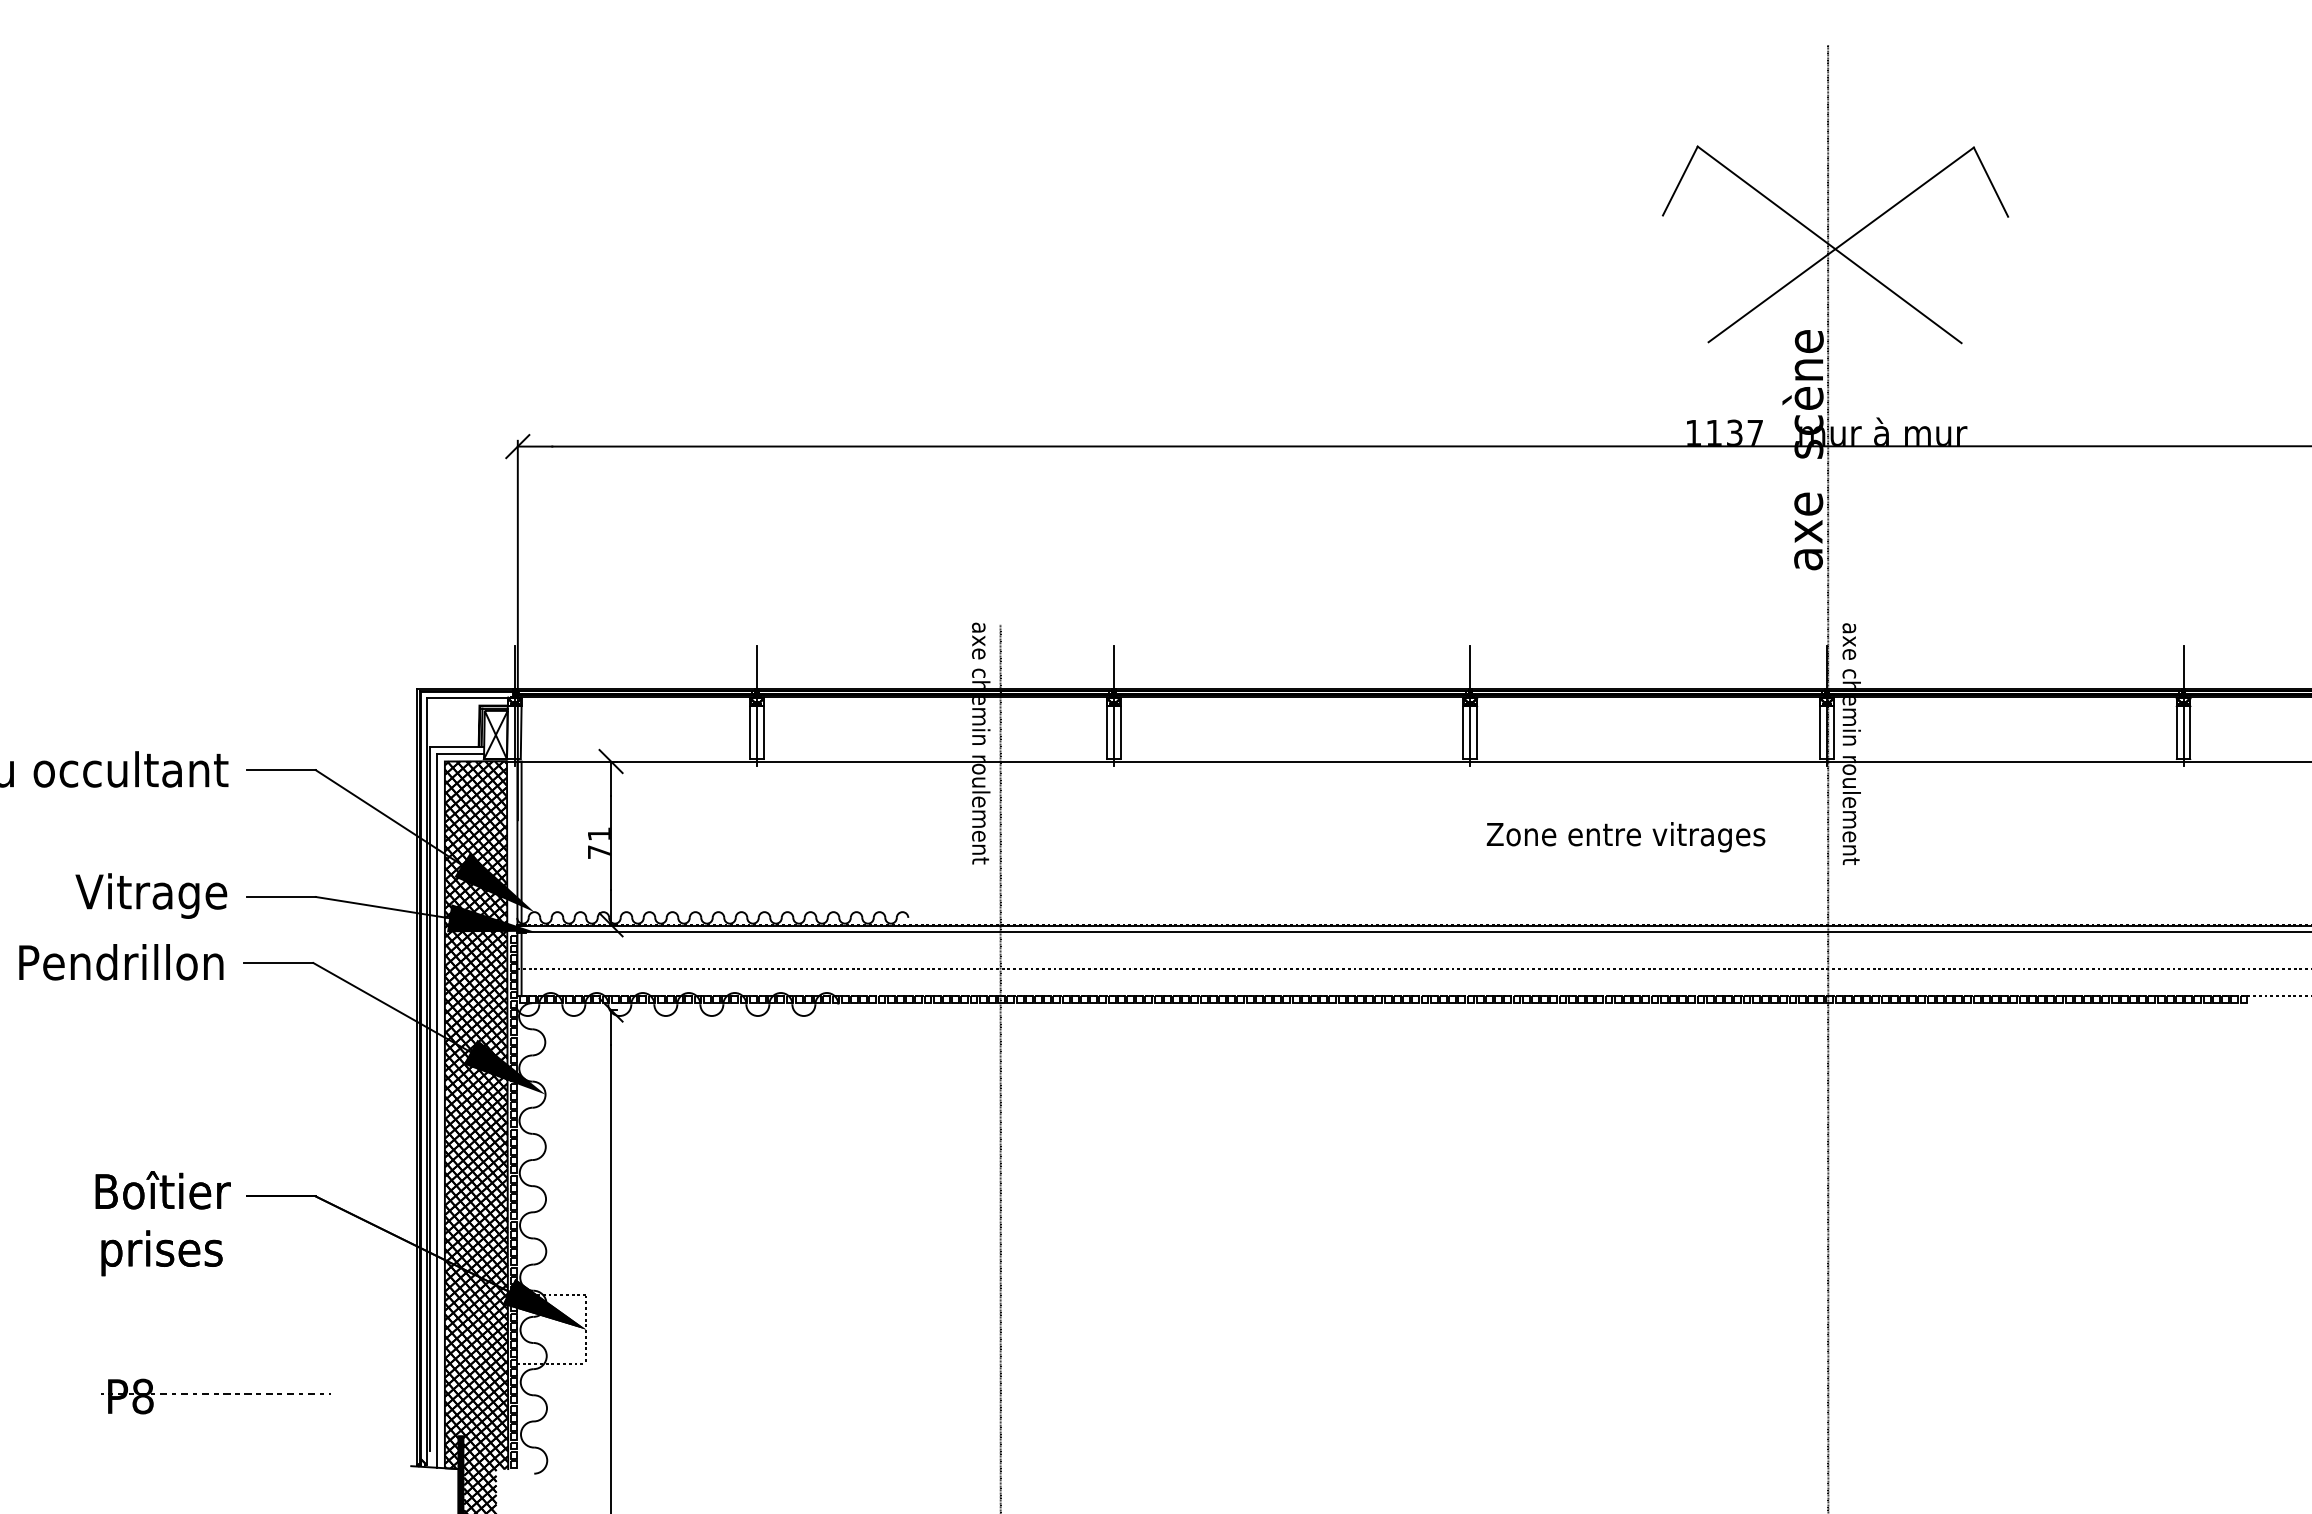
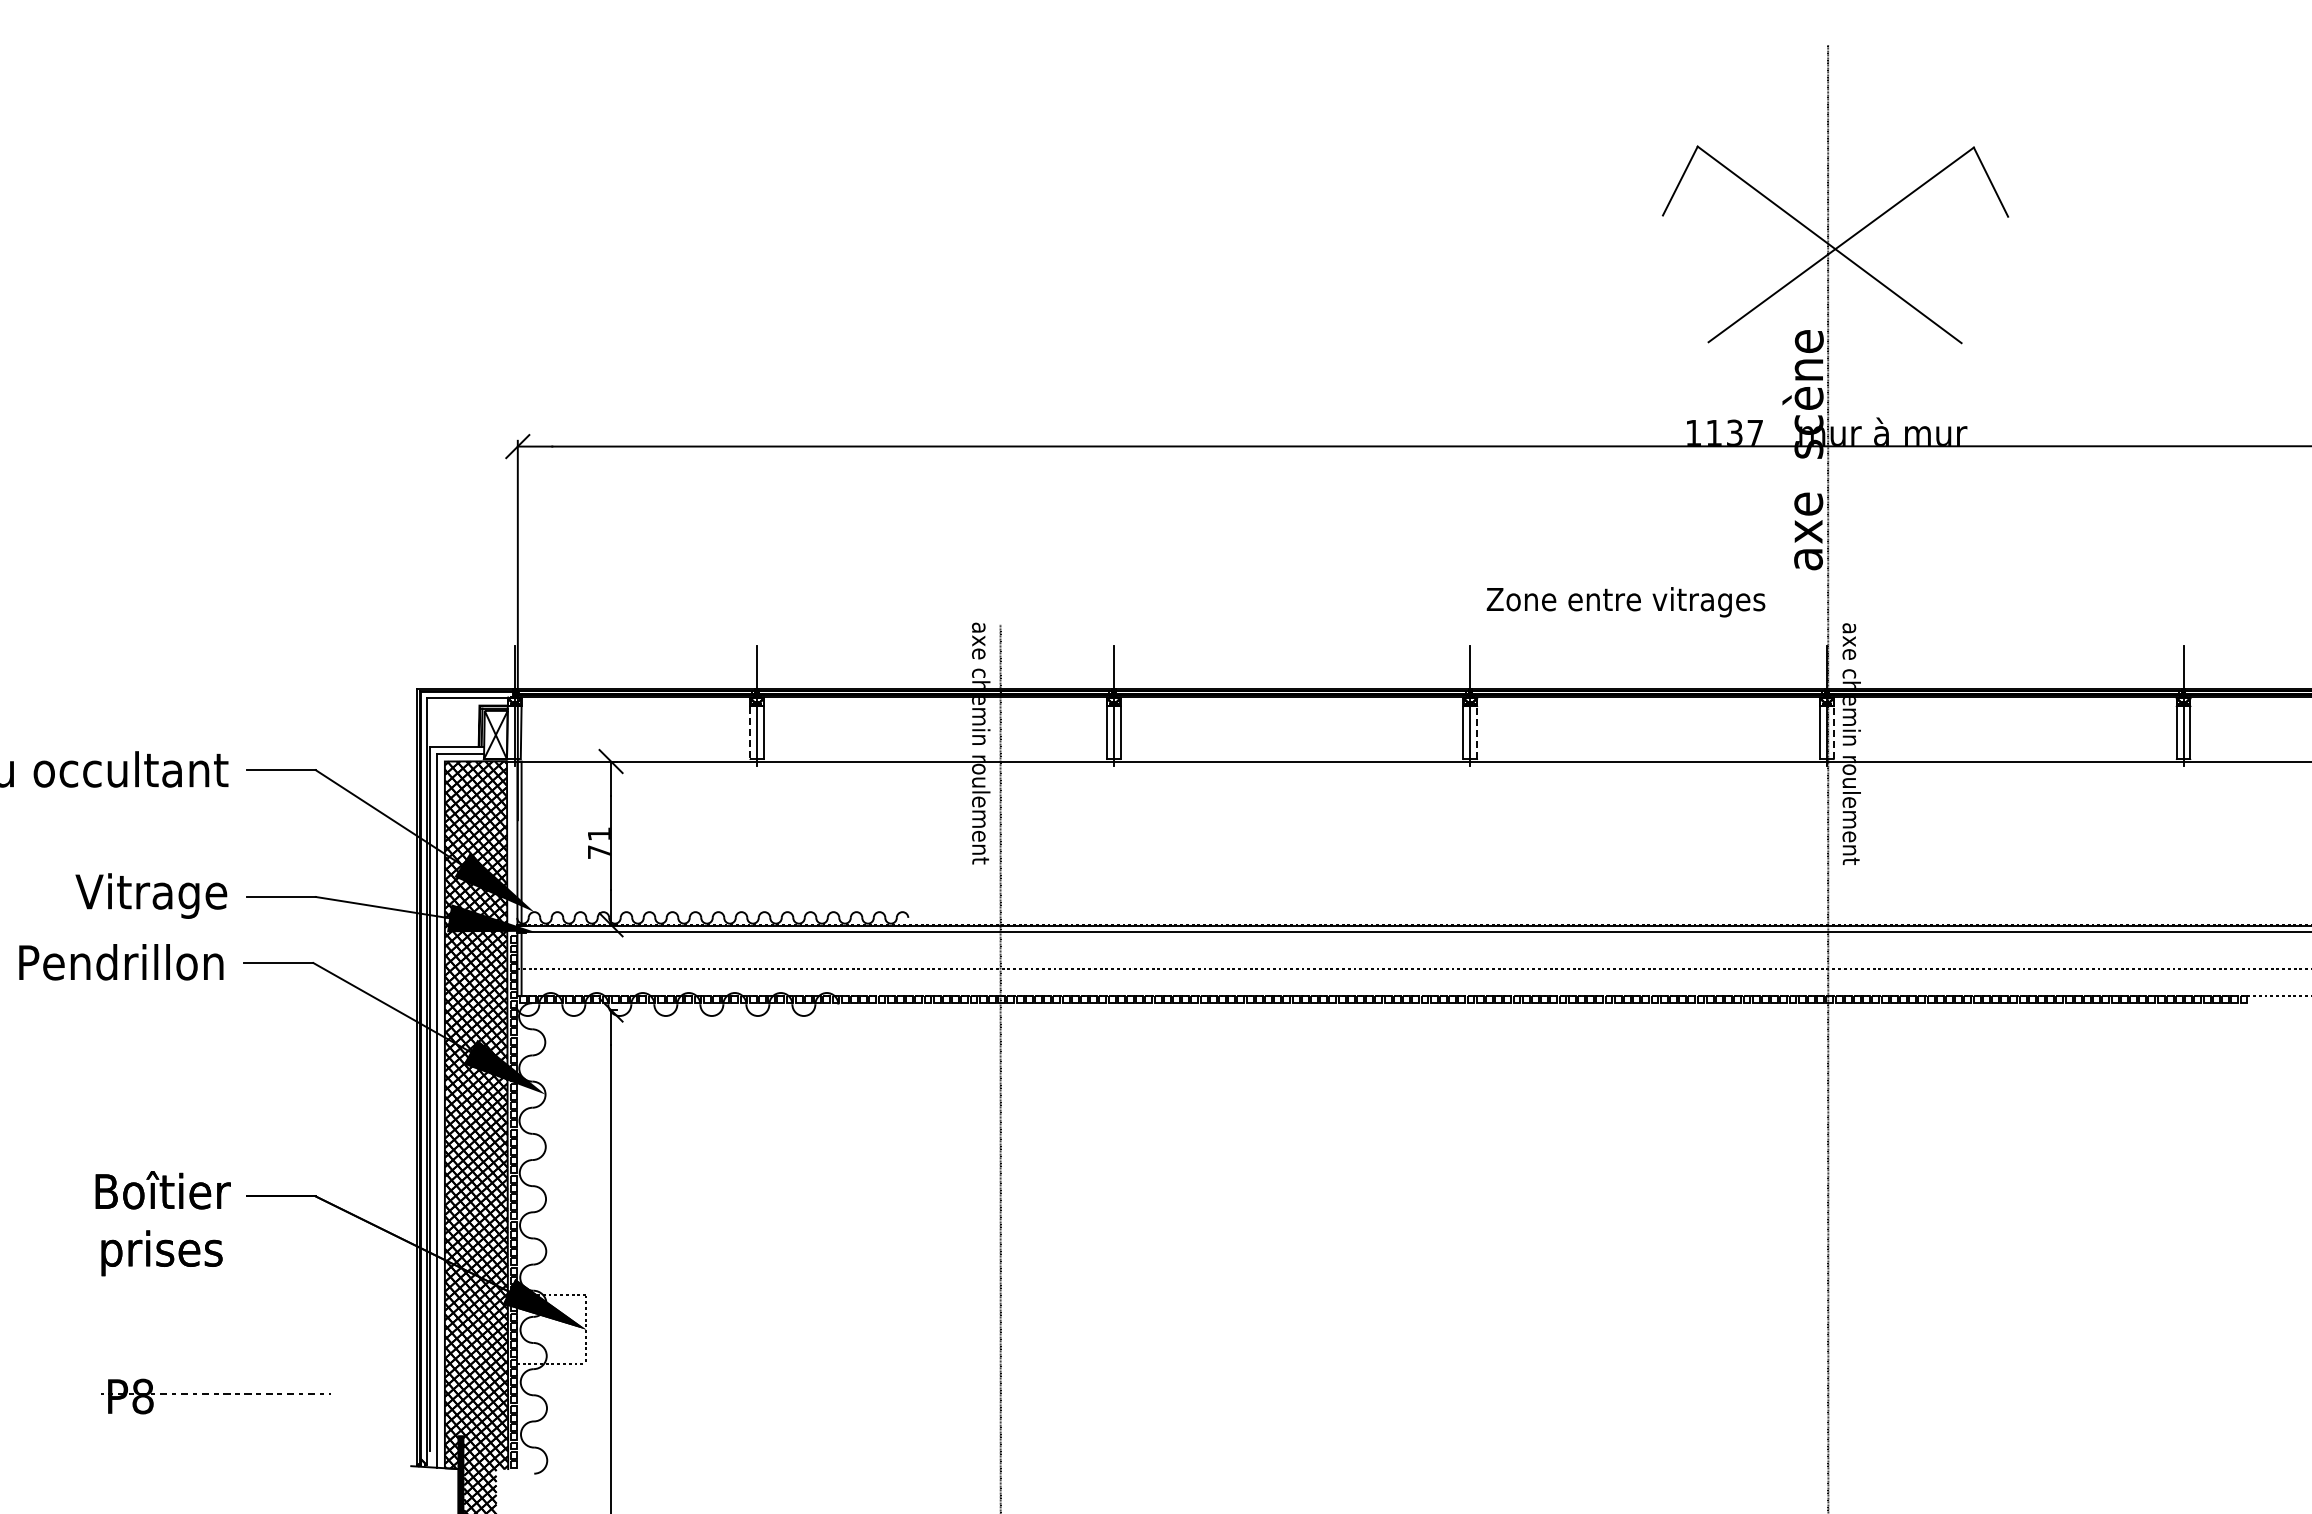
line at (750, 732): solid -> dashed
line at (1477, 732): solid -> dashed
line at (1833, 732): solid -> dashed
text at (1625, 837) position: (1625, 837) -> (1625, 602)
